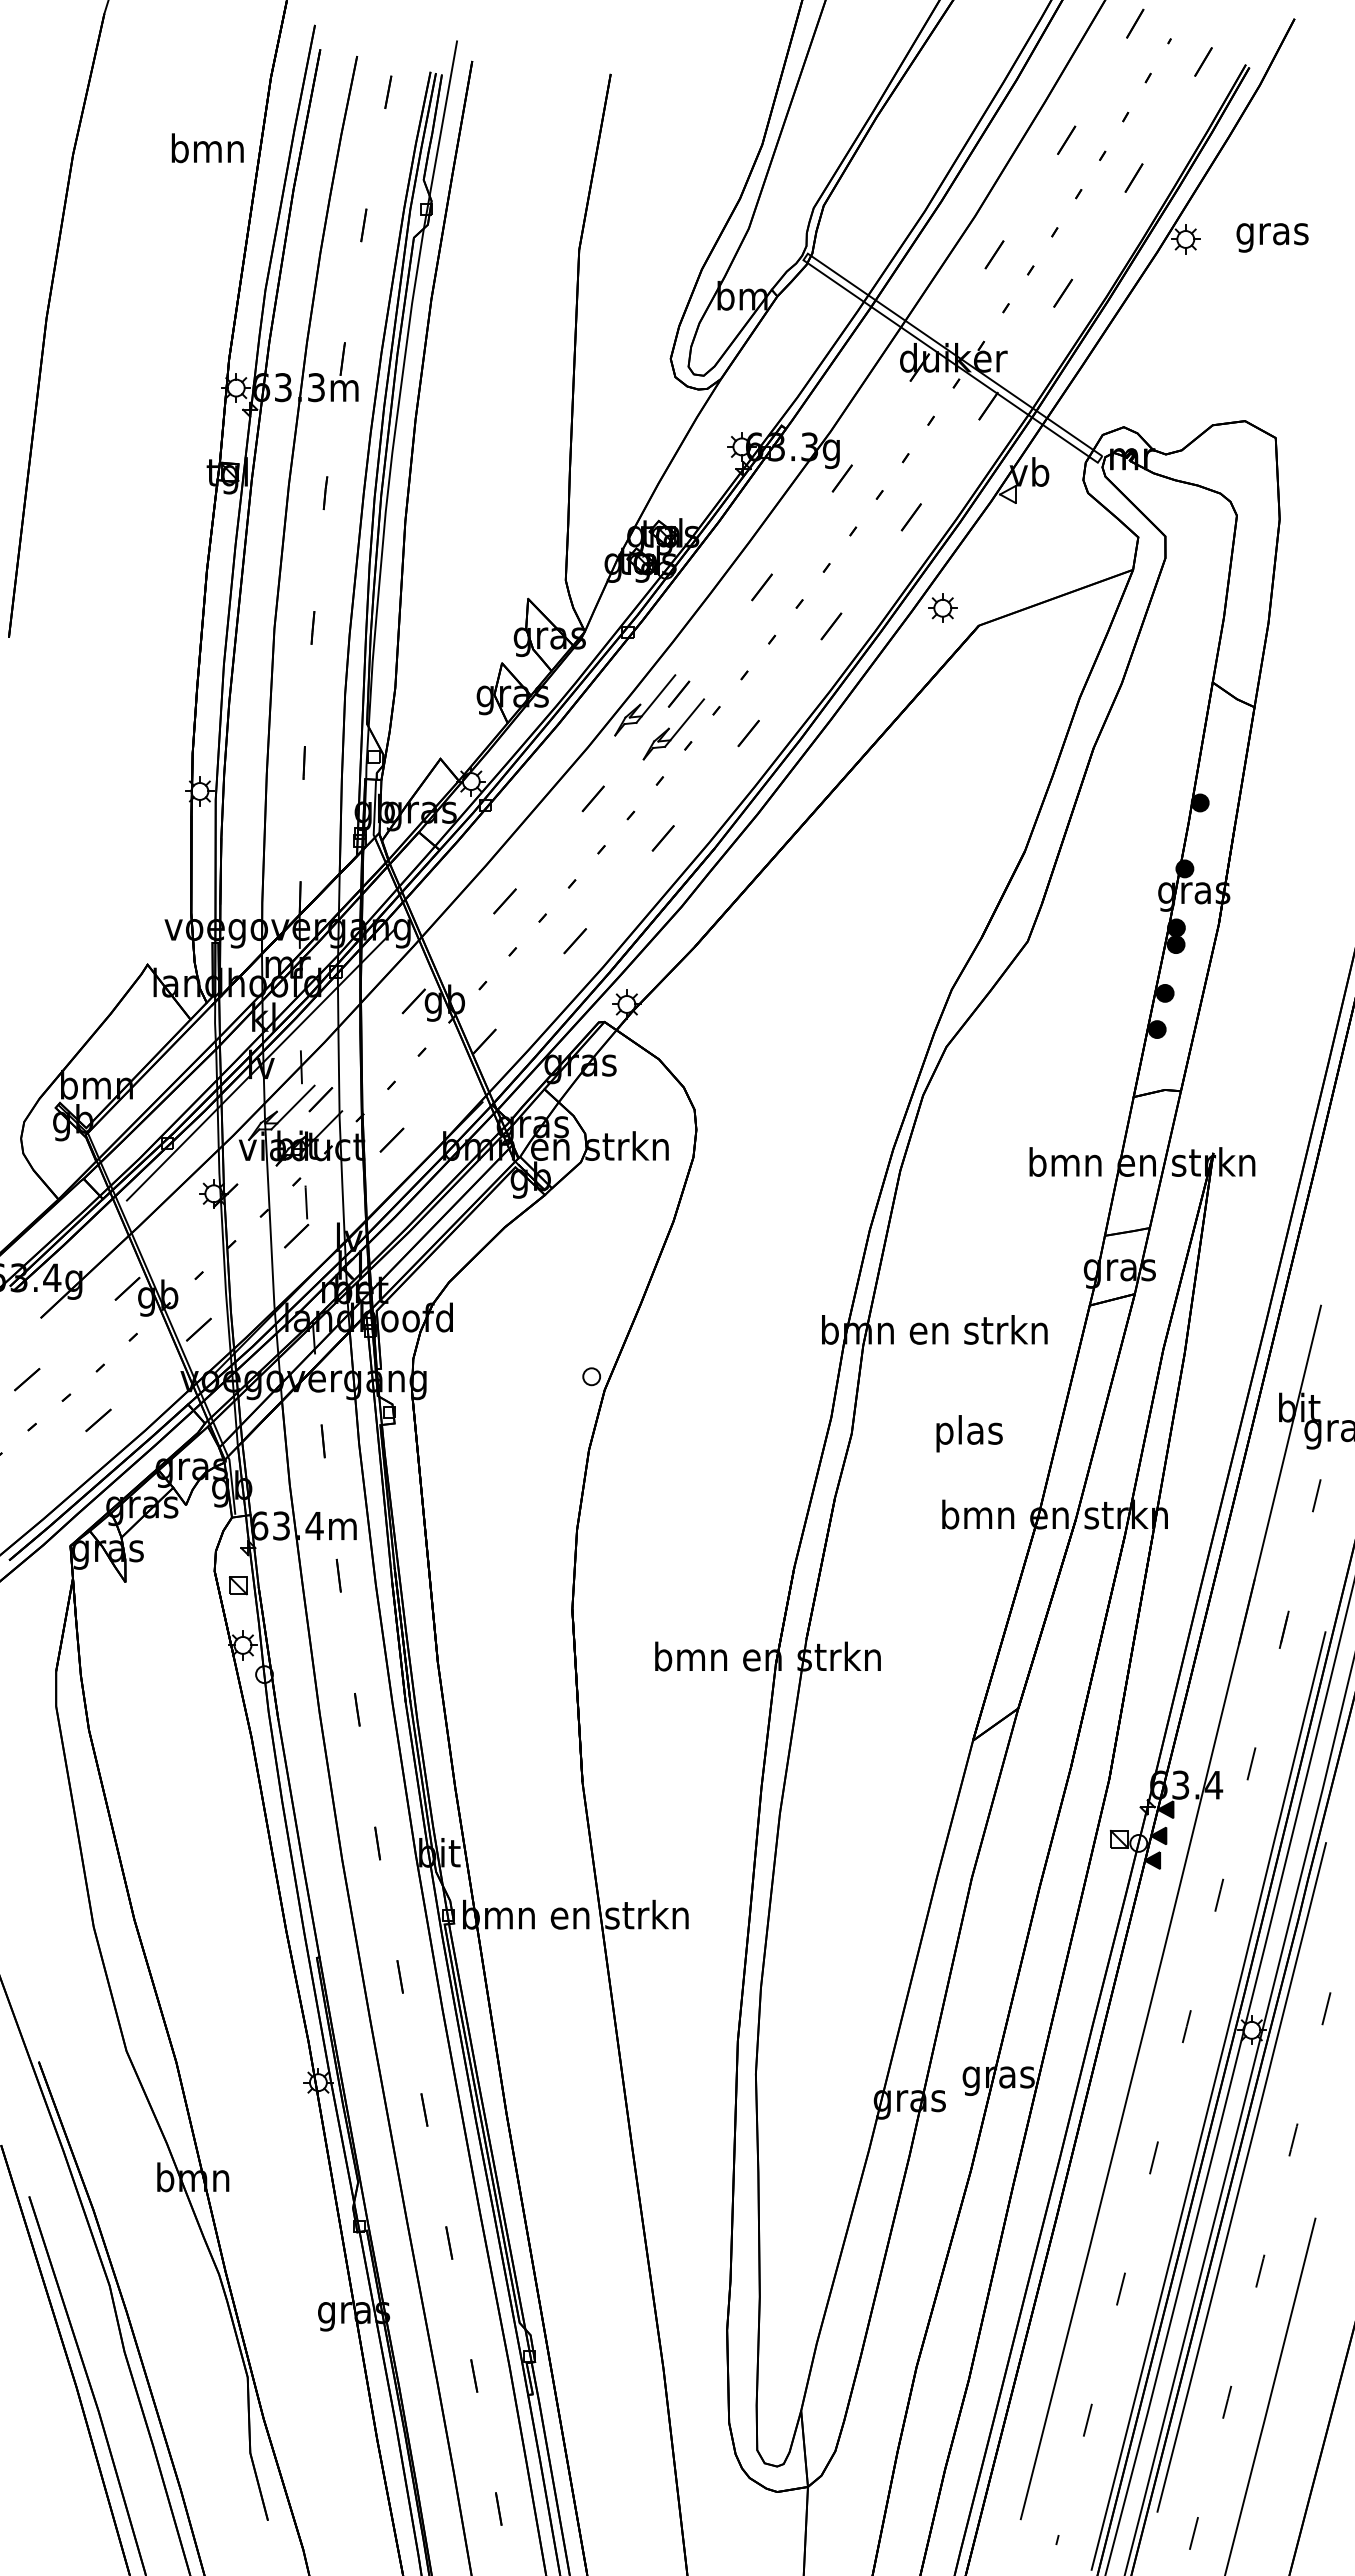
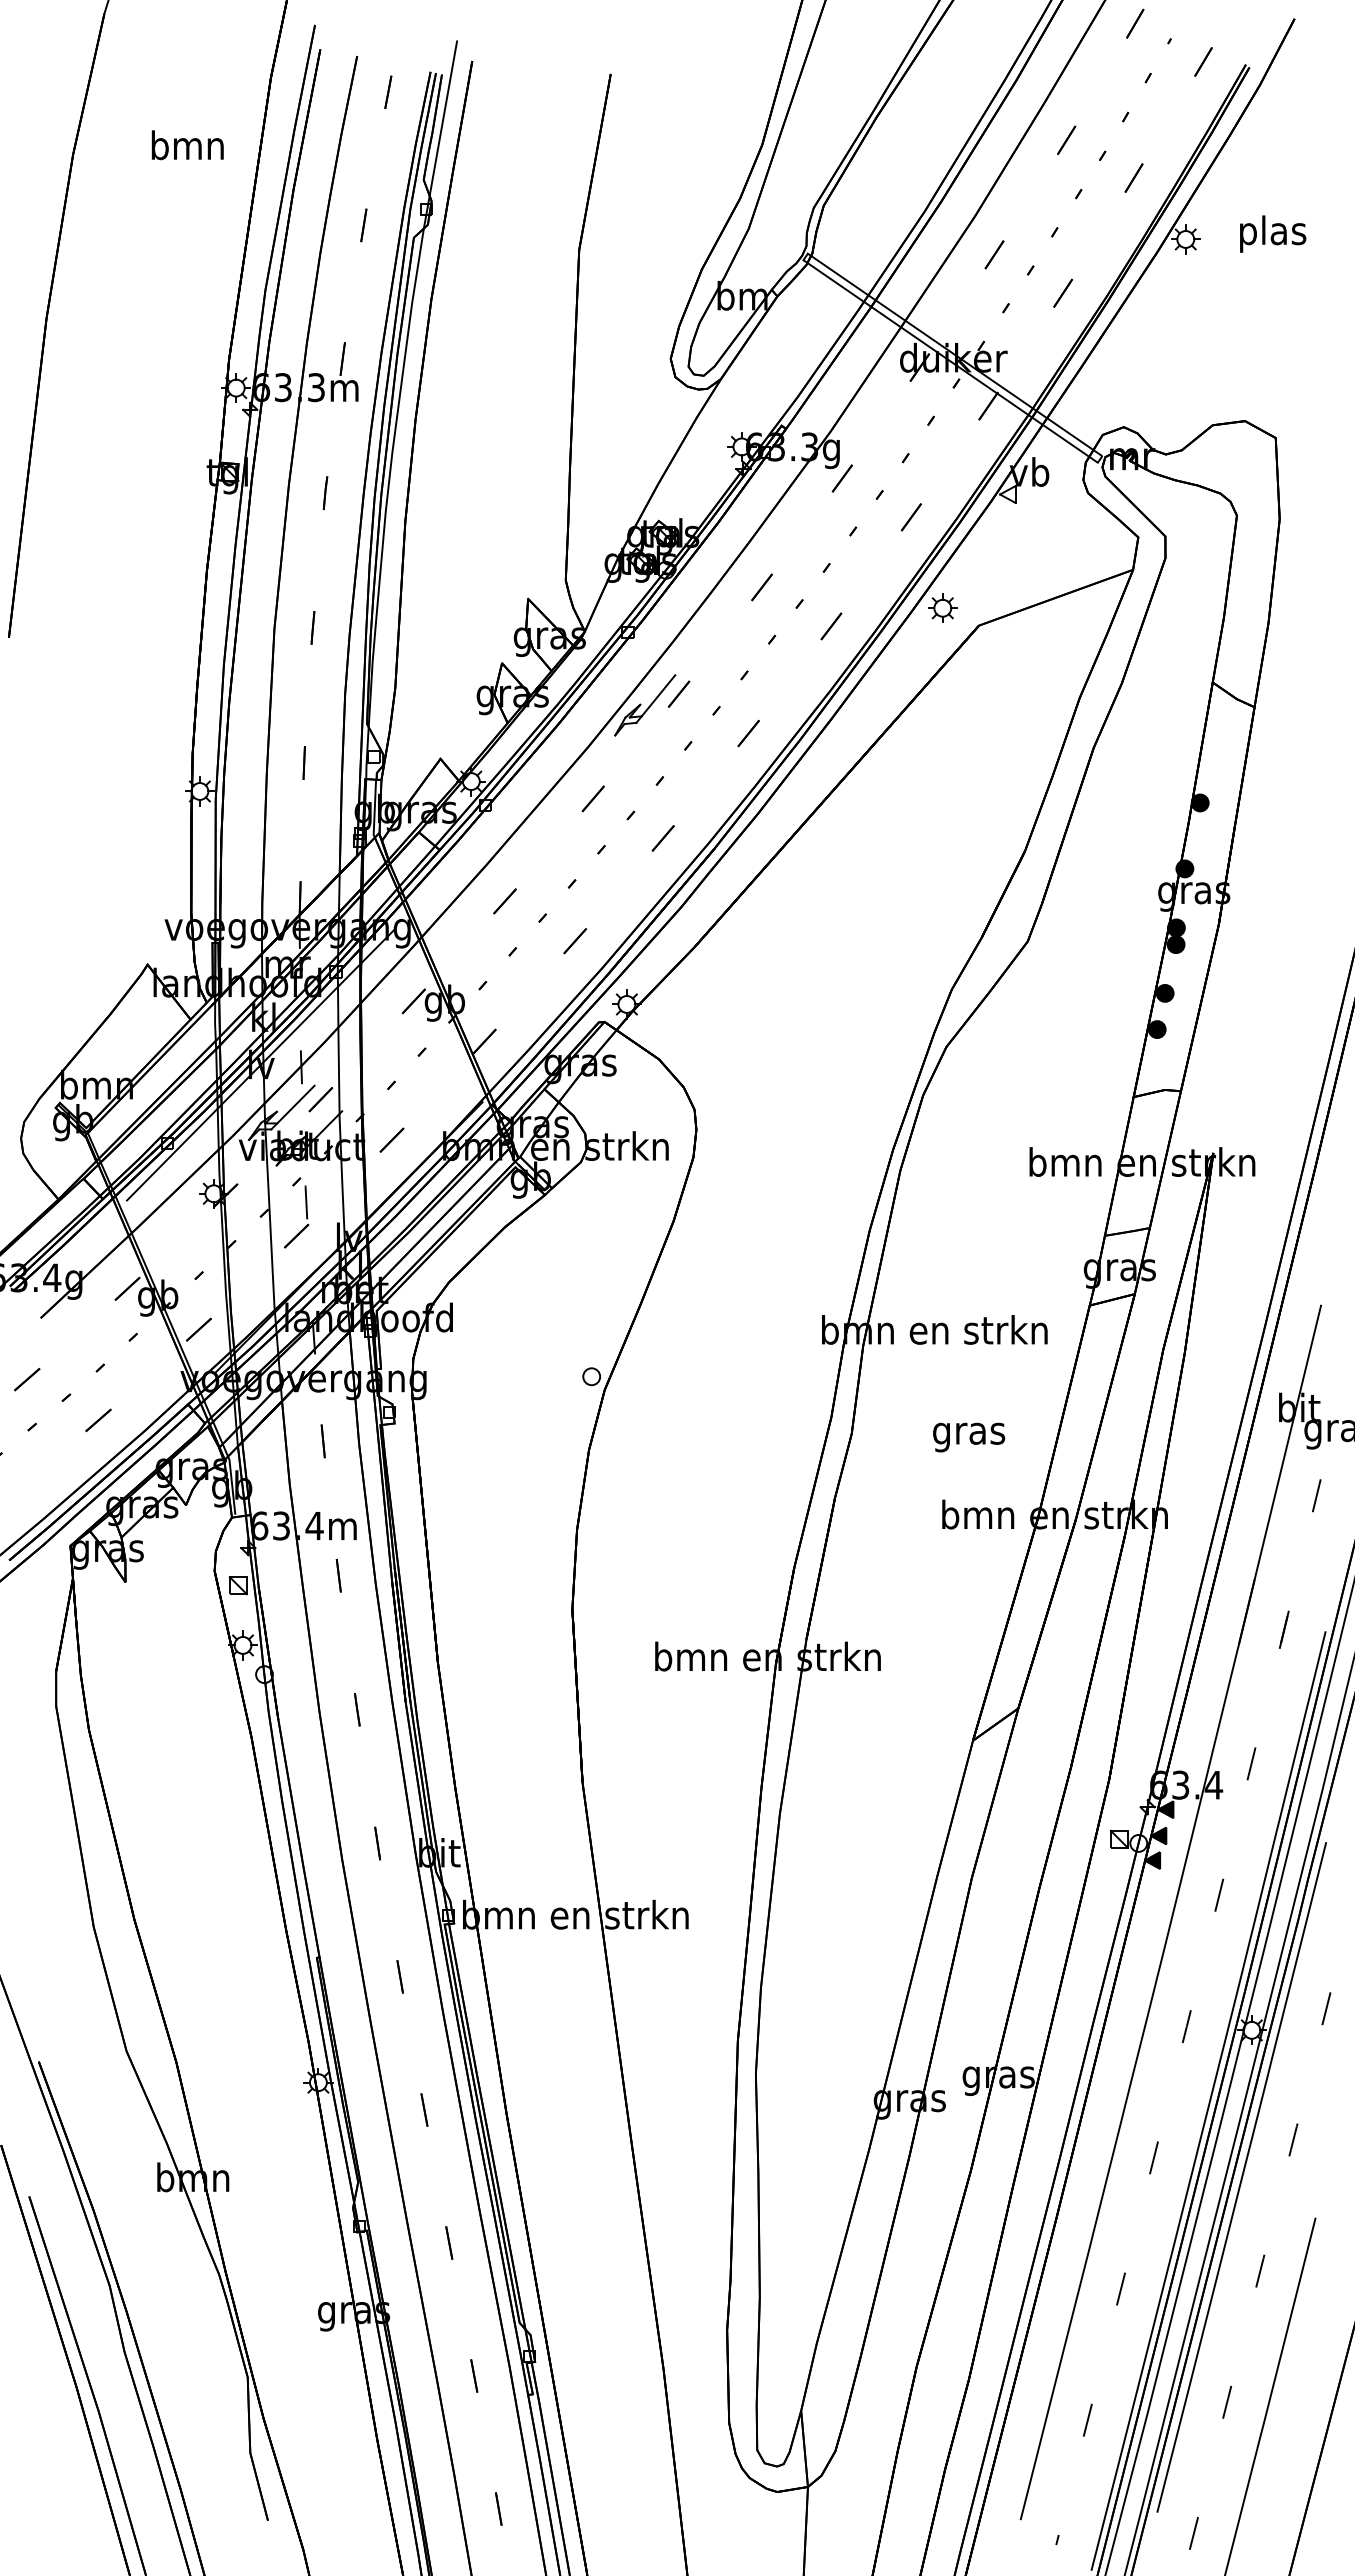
text at (207, 148) position: (207, 148) -> (187, 145)
text at (1272, 233): gras -> plas
part at (673, 729): present -> none
text at (969, 1433): plas -> gras
